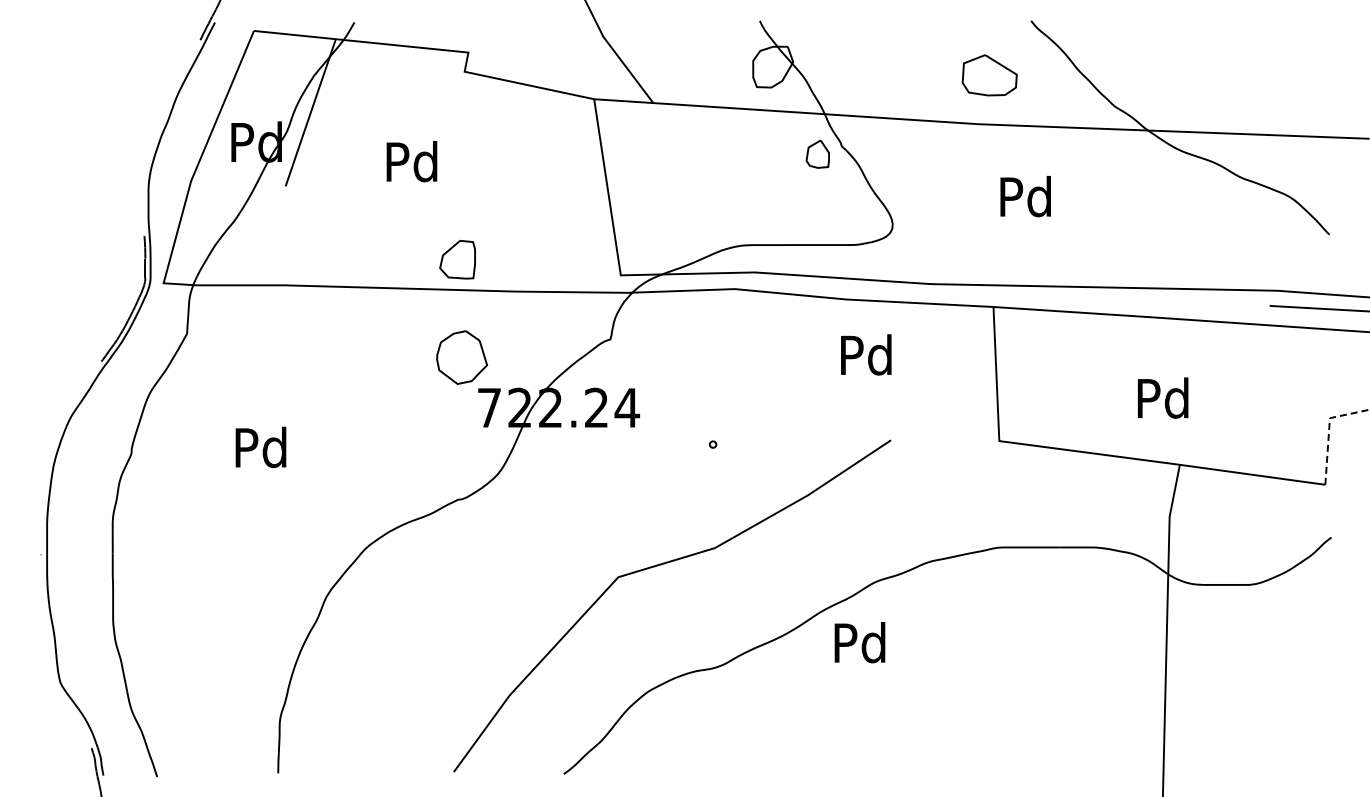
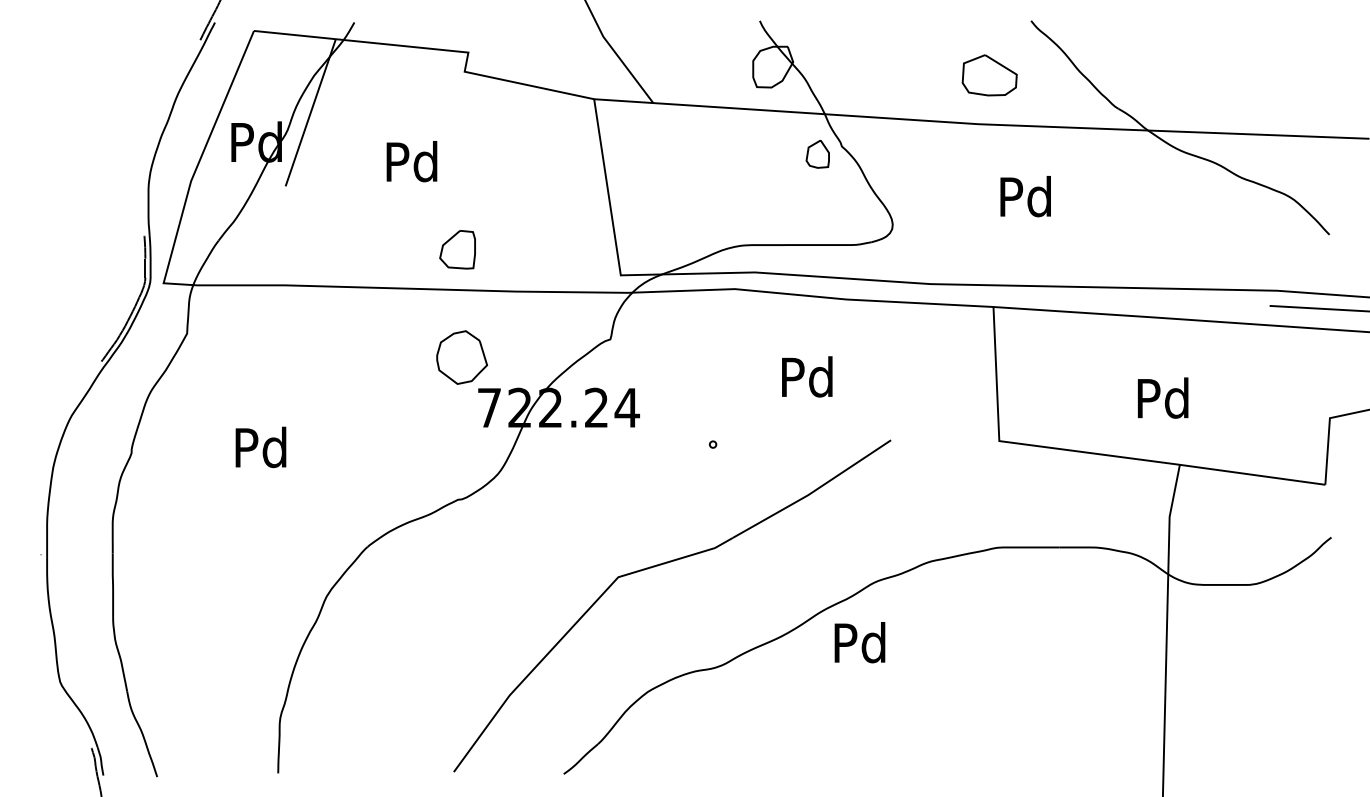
part at (457, 259) position: (457, 259) -> (457, 249)
text at (866, 354) position: (866, 354) -> (807, 376)
line at (1329, 430): dashed -> solid
